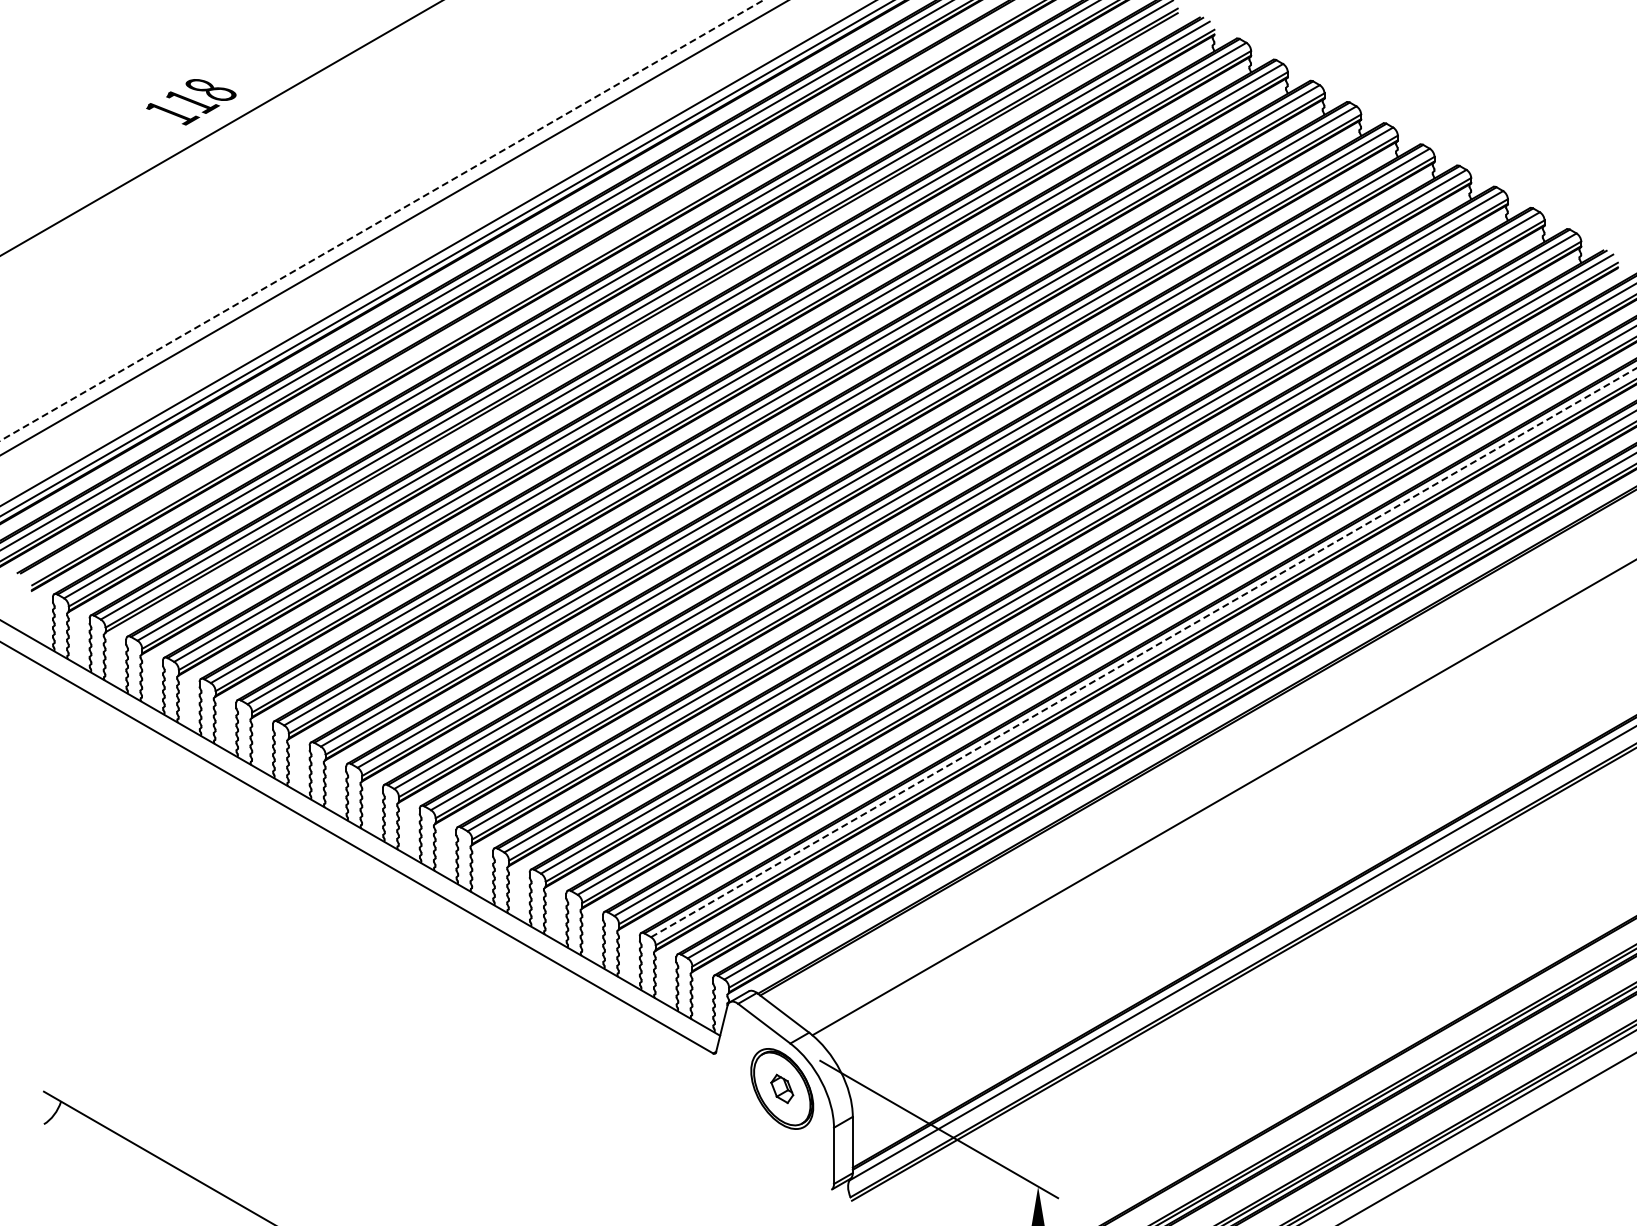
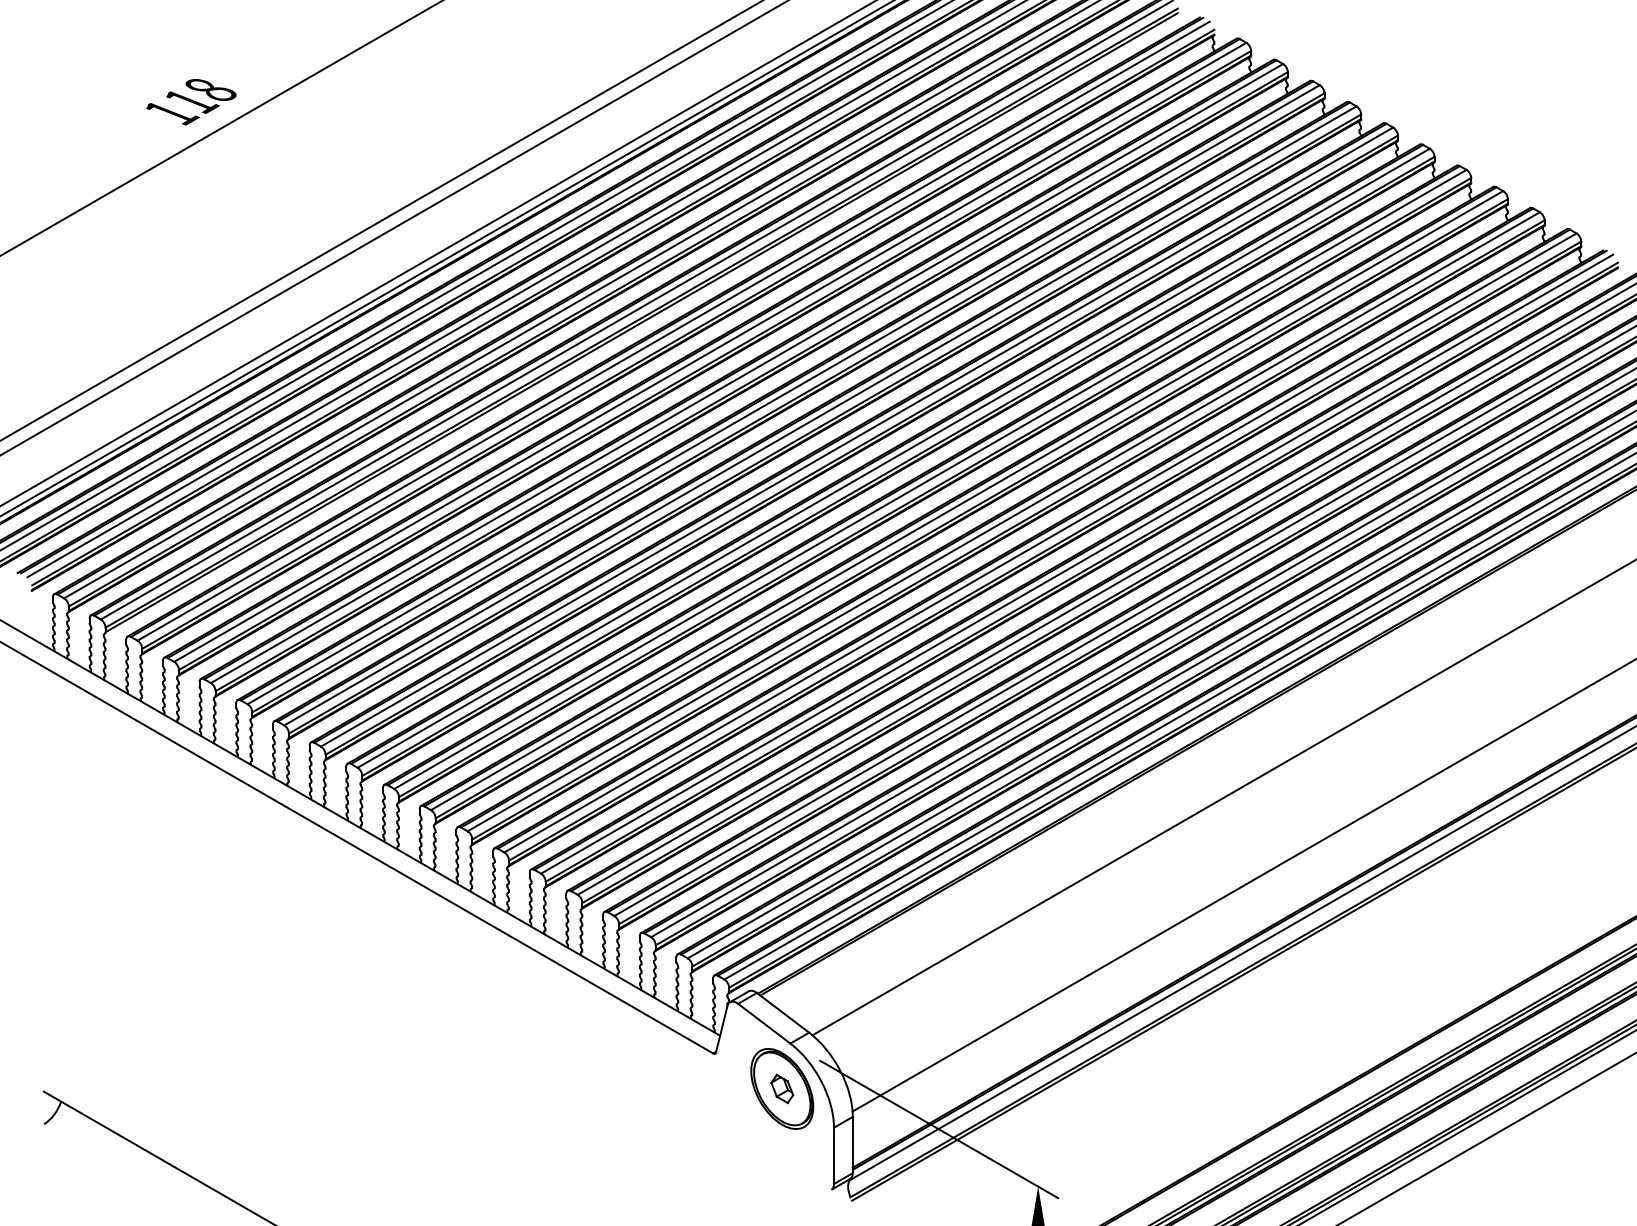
line at (382, 220): dashed -> solid
line at (525, 289): none -> present
line at (1144, 652): dashed -> solid
line at (1242, 885): none -> present
